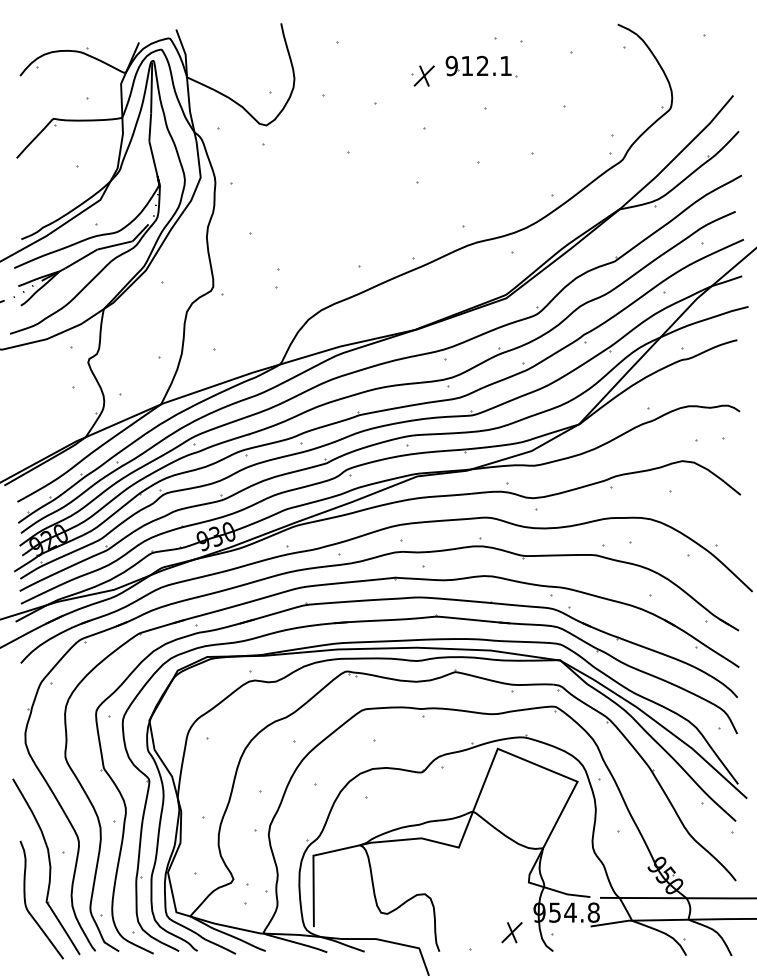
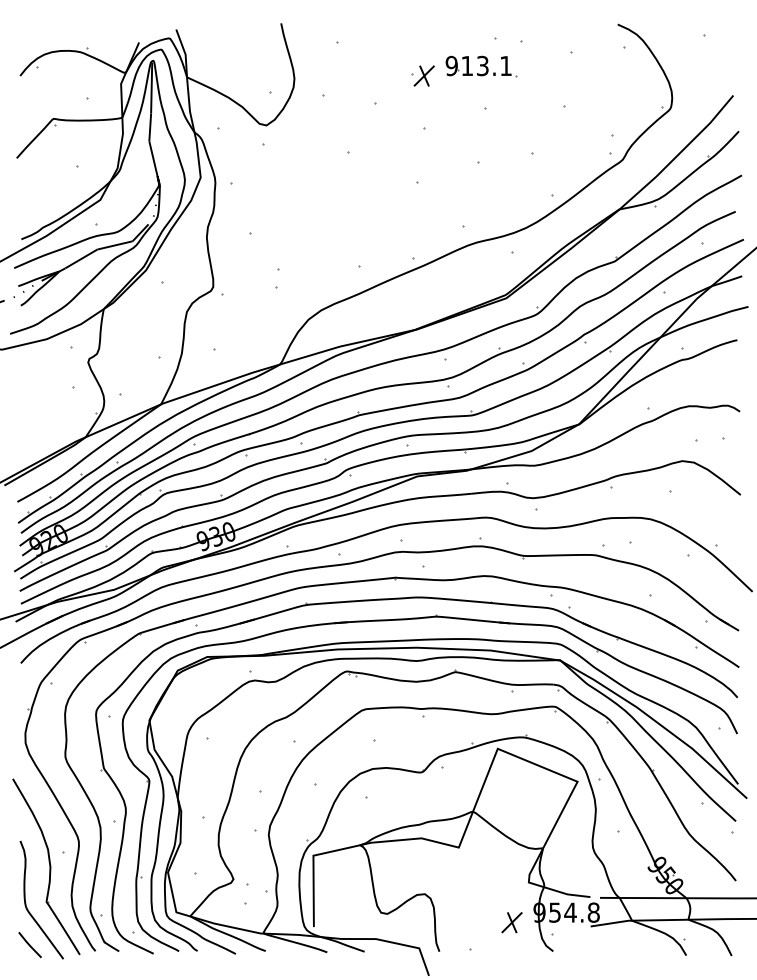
text at (482, 66): 912.1 -> 913.1
part at (511, 932) position: (511, 932) -> (511, 922)
line at (29, 945): none -> present
